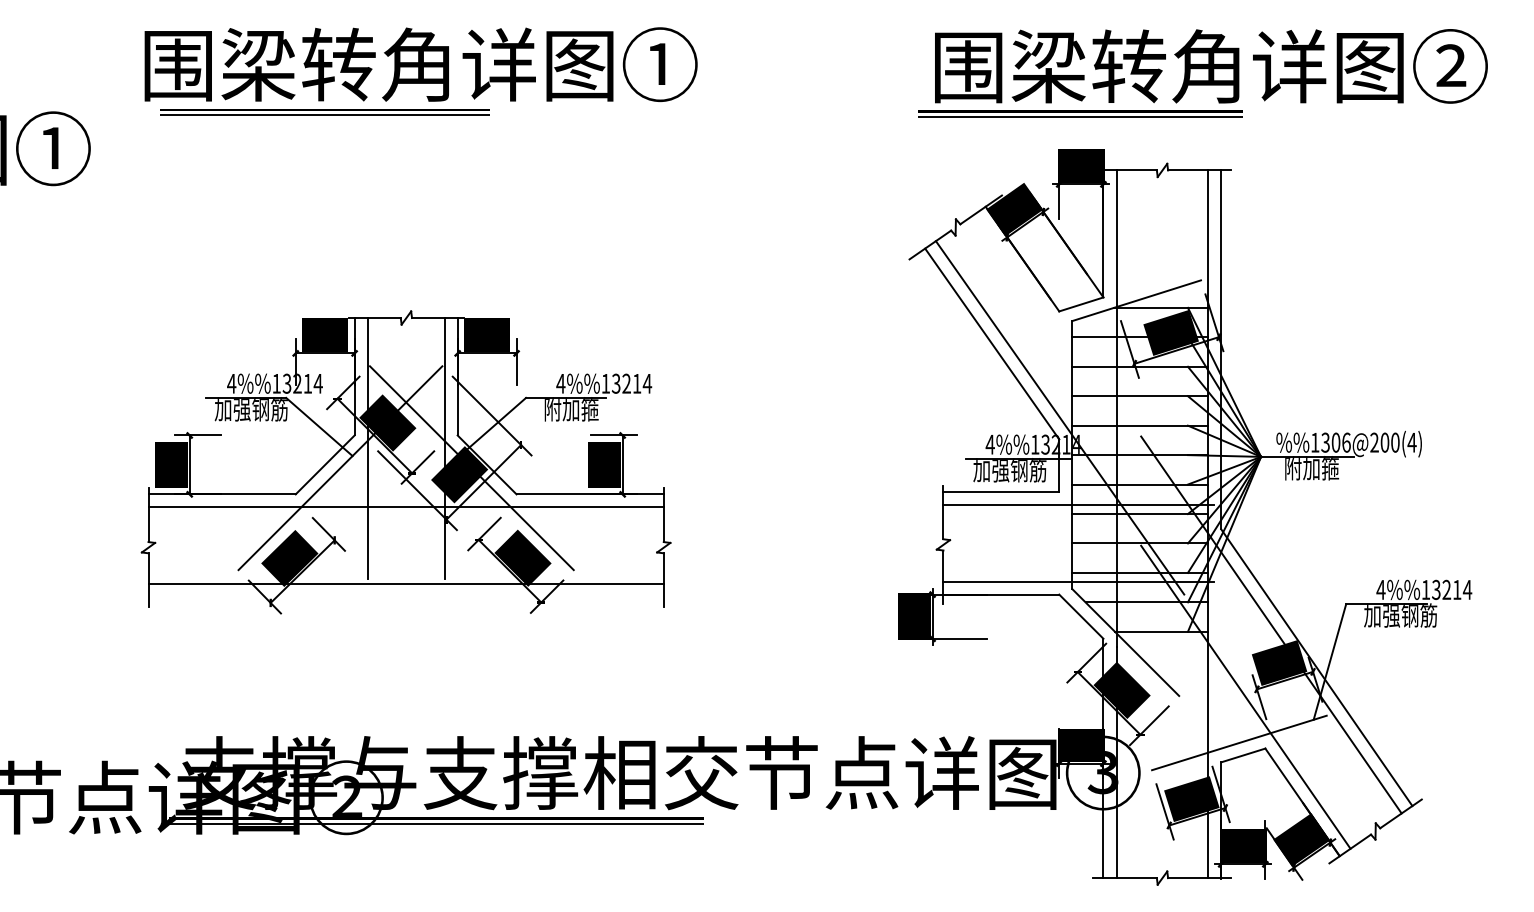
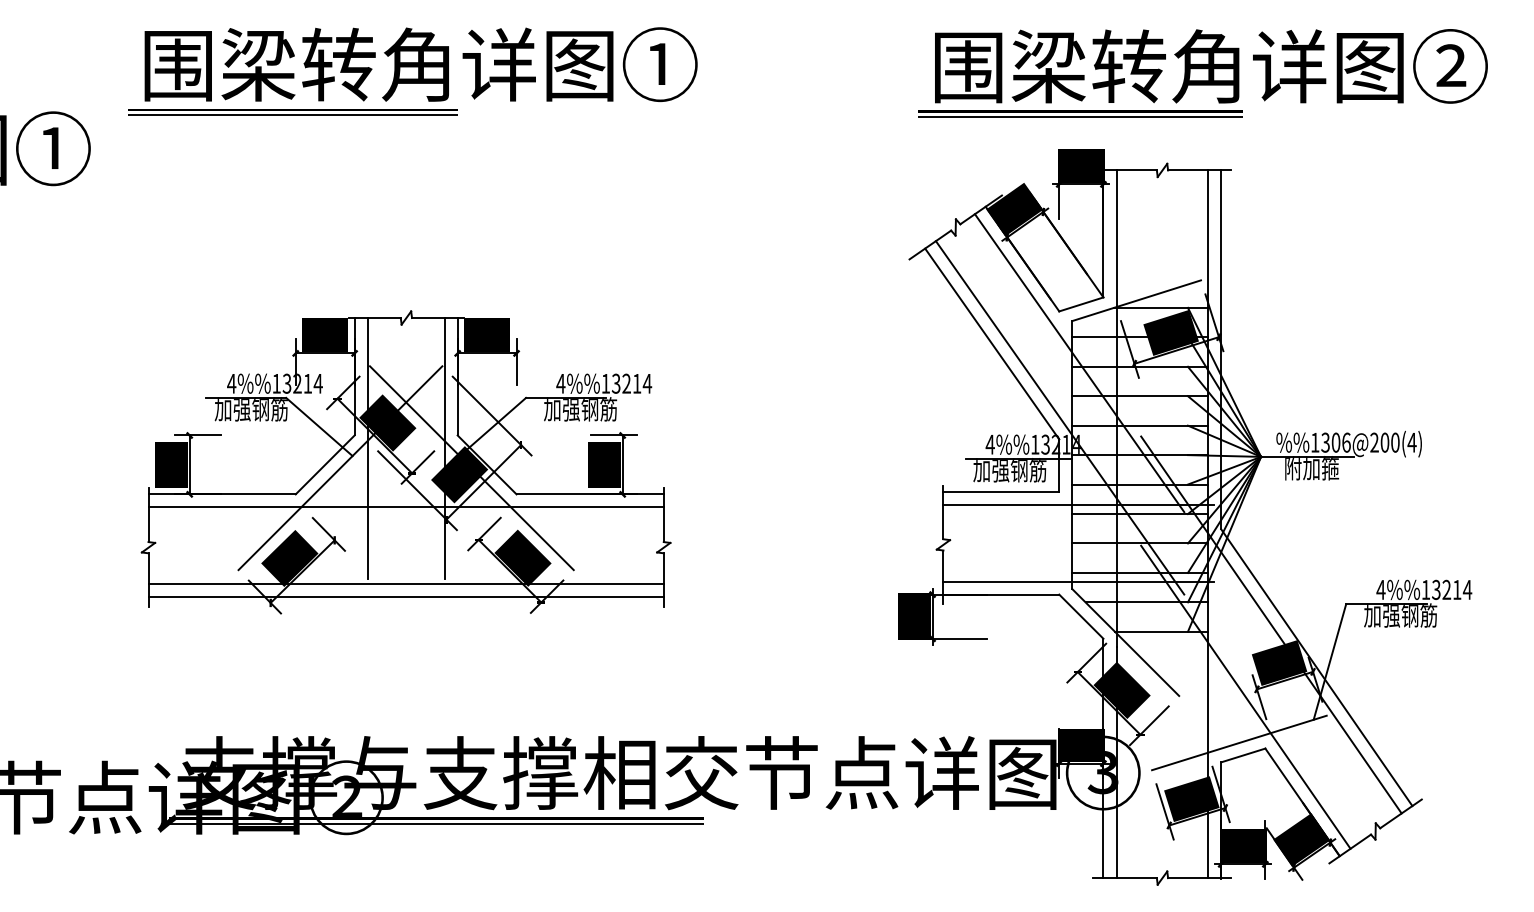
part at (324, 112) position: (324, 112) -> (292, 112)
line at (1079, 363): none -> present
text at (580, 409): 附加箍 -> 加强钢筋
line at (405, 597): none -> present
